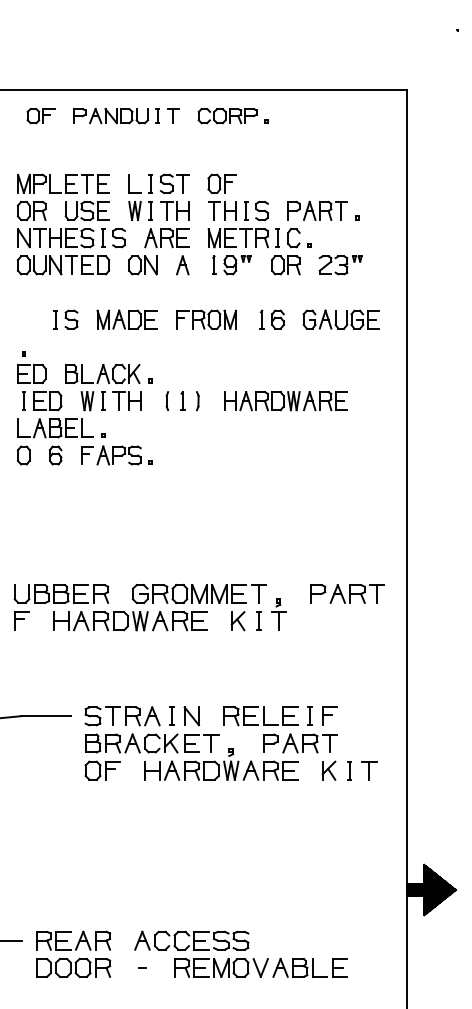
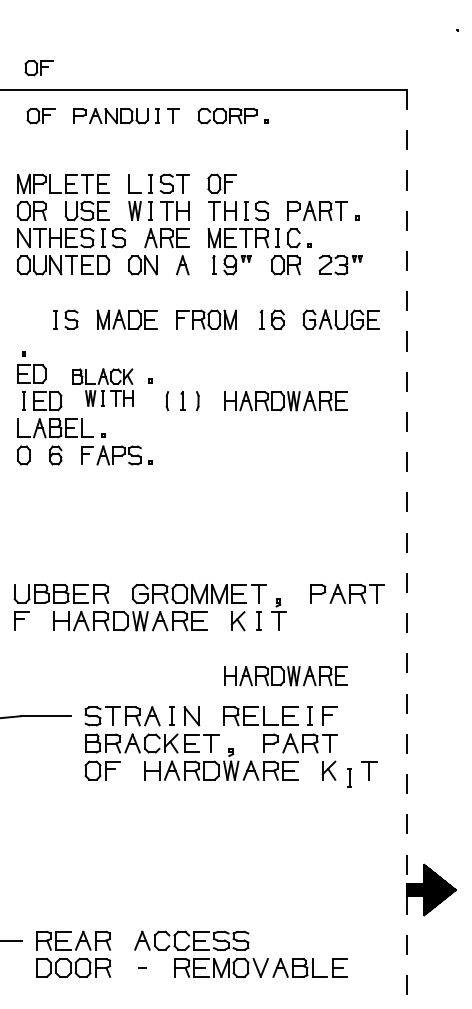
part at (38, 68): none -> present
part at (103, 387) size: 77x49 px -> 62x39 px
line at (407, 549): solid -> dashed
part at (285, 676): none -> present
part at (349, 770) position: (349, 770) -> (349, 777)
